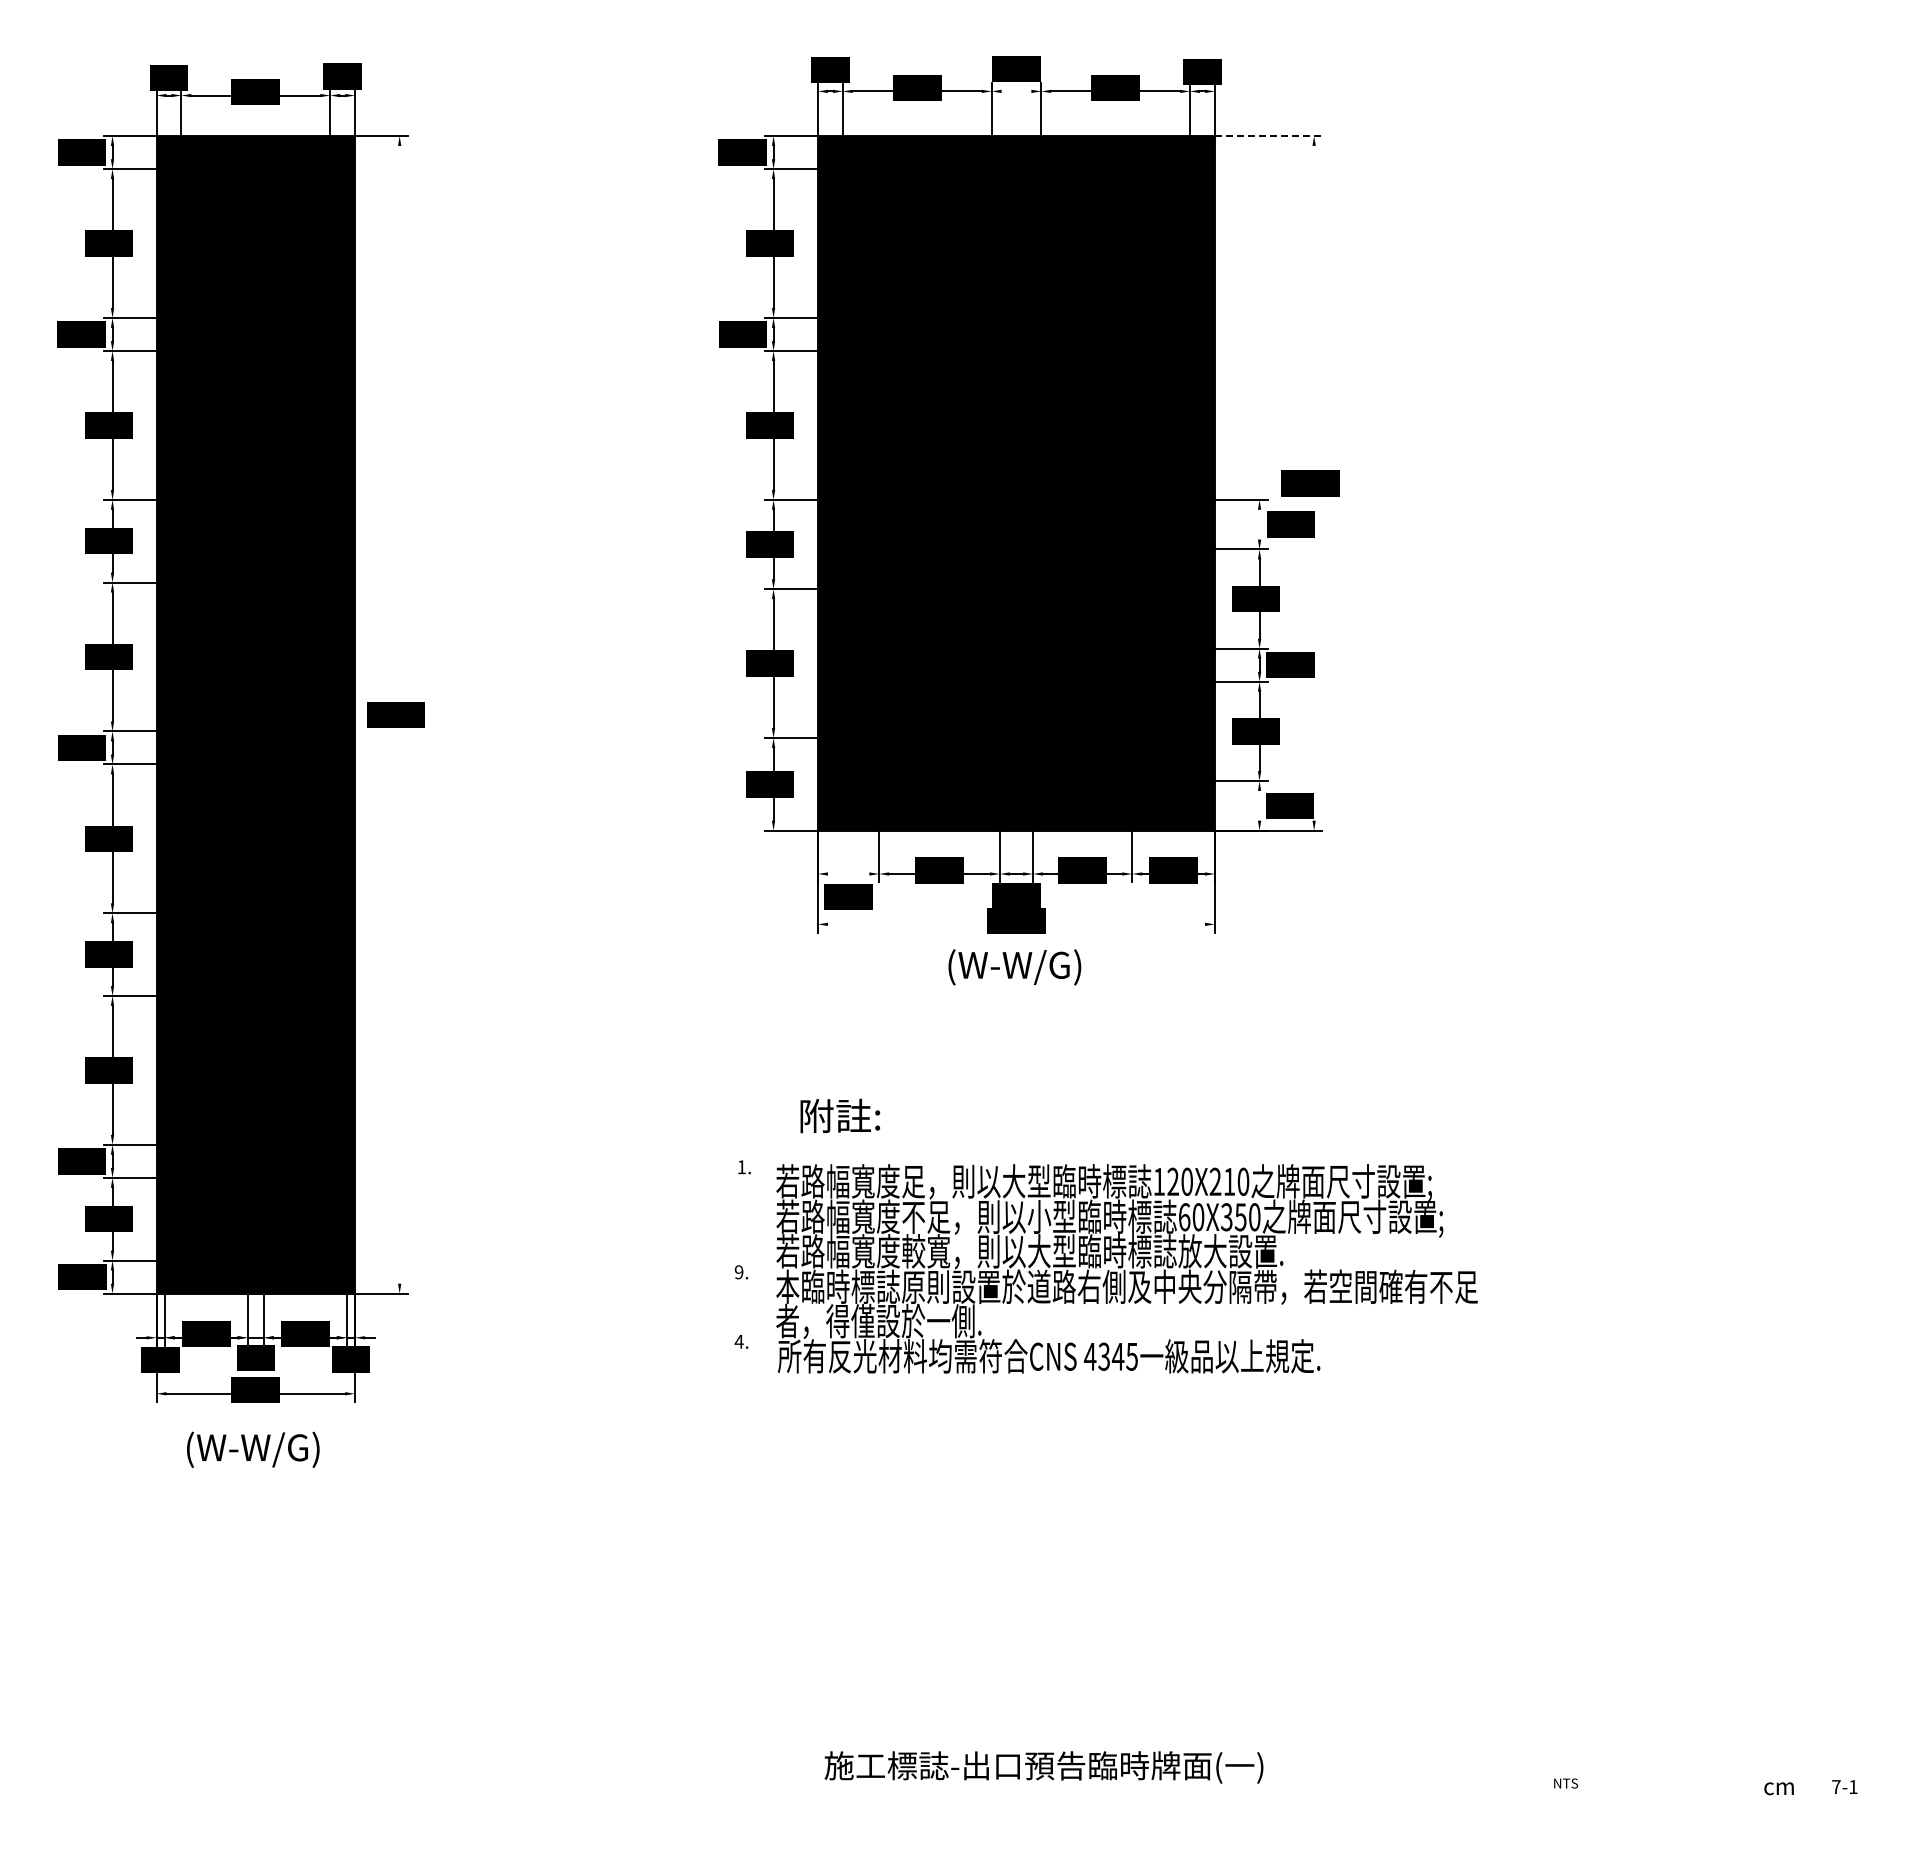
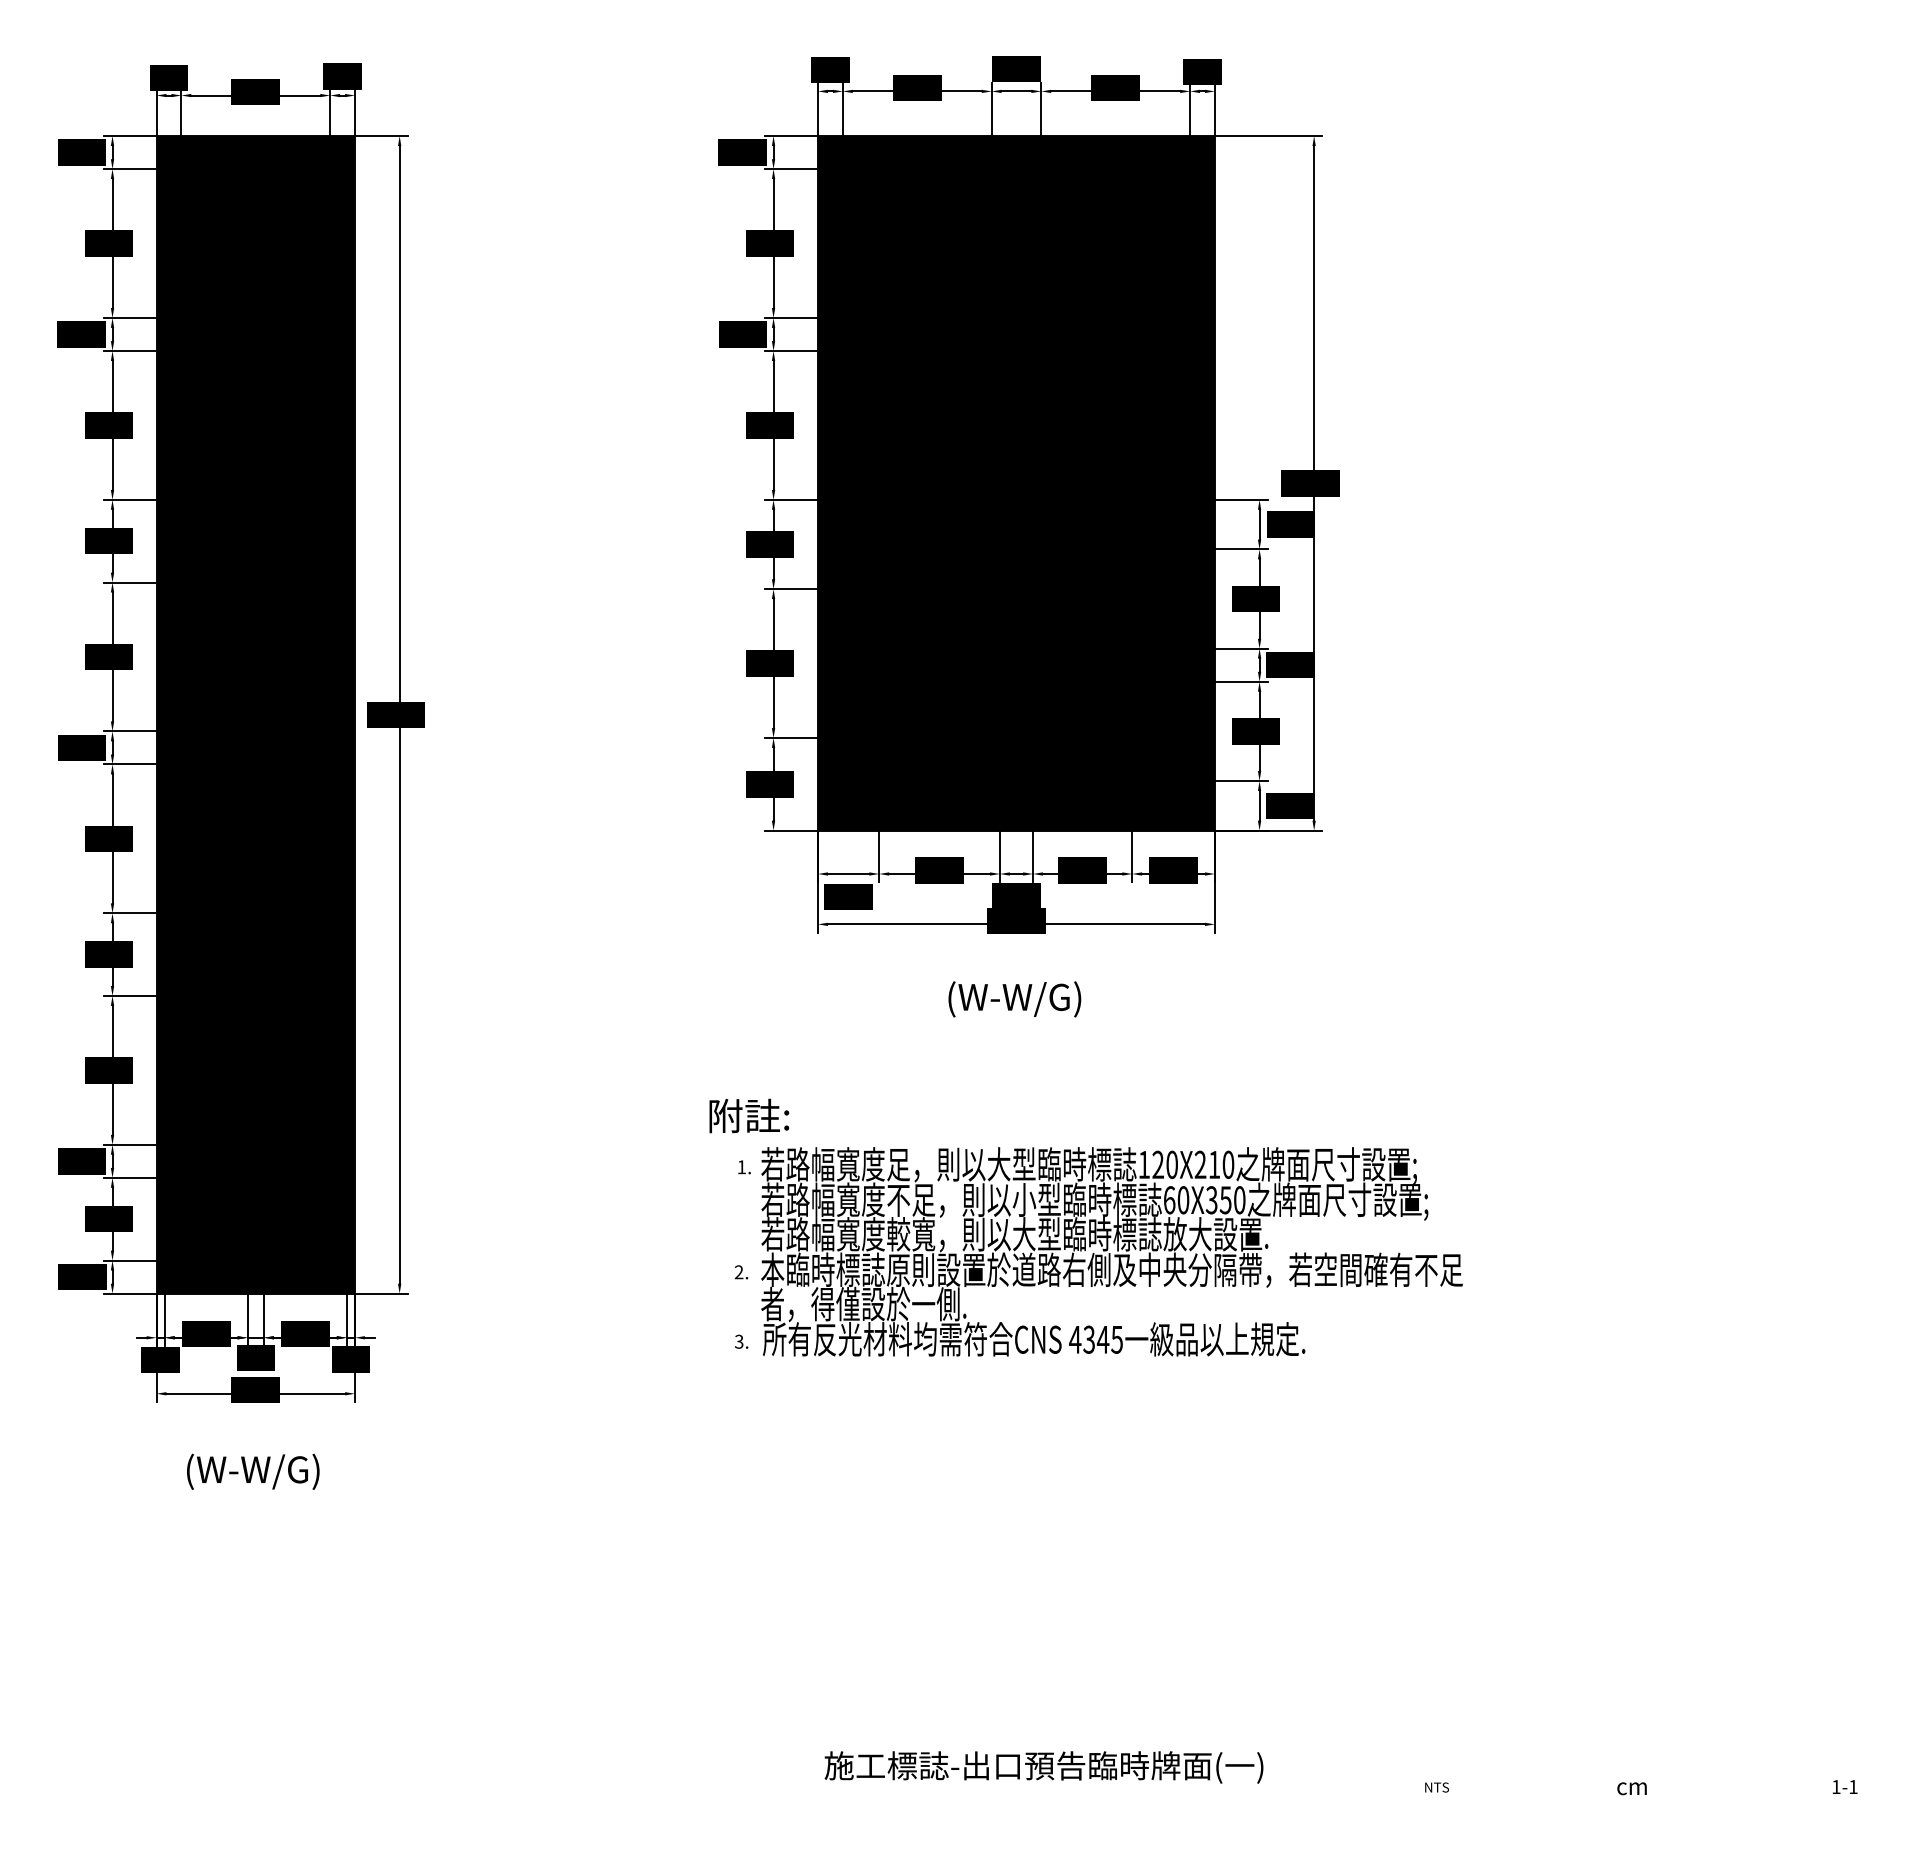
line at (1016, 91): none -> present
line at (1268, 136): dashed -> solid
line at (1314, 482): none -> present
line at (1259, 524): none -> present
line at (399, 714): none -> present
line at (1259, 805): none -> present
line at (848, 874): none -> present
line at (1016, 924): none -> present
text at (1014, 967) position: (1014, 967) -> (1014, 999)
text at (840, 1115) position: (840, 1115) -> (749, 1115)
text at (1126, 1268) position: (1126, 1268) -> (1111, 1251)
text at (738, 1272): 9. -> 2.
text at (738, 1341): 4. -> 3.
text at (253, 1449) position: (253, 1449) -> (253, 1471)
text at (1565, 1783) position: (1565, 1783) -> (1436, 1787)
text at (1836, 1786): 7-1 -> 1-1
text at (1778, 1788) position: (1778, 1788) -> (1631, 1788)
